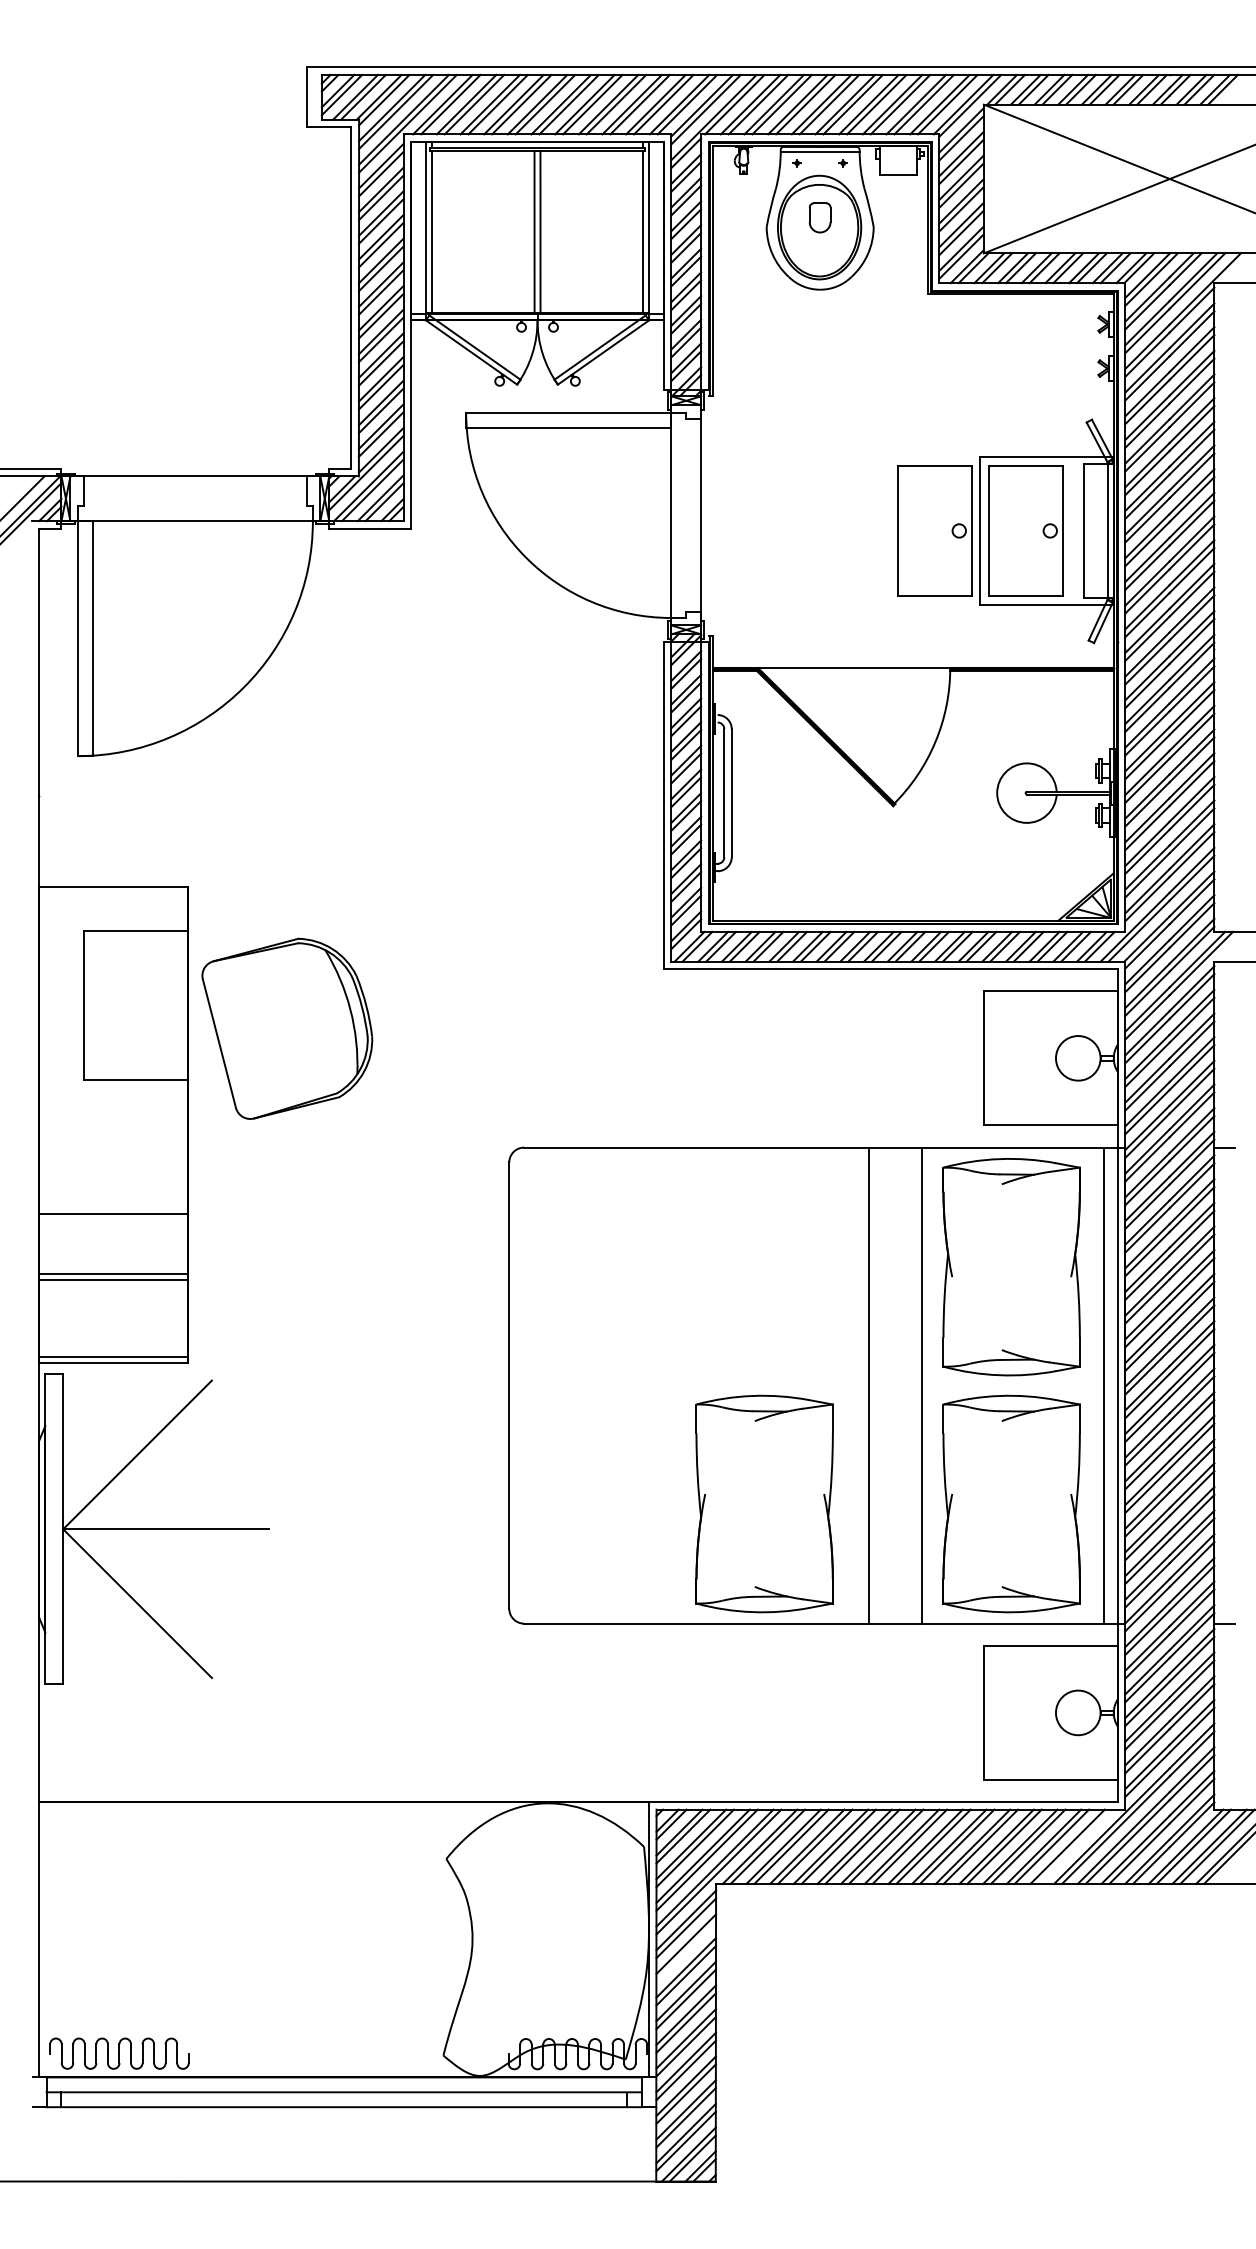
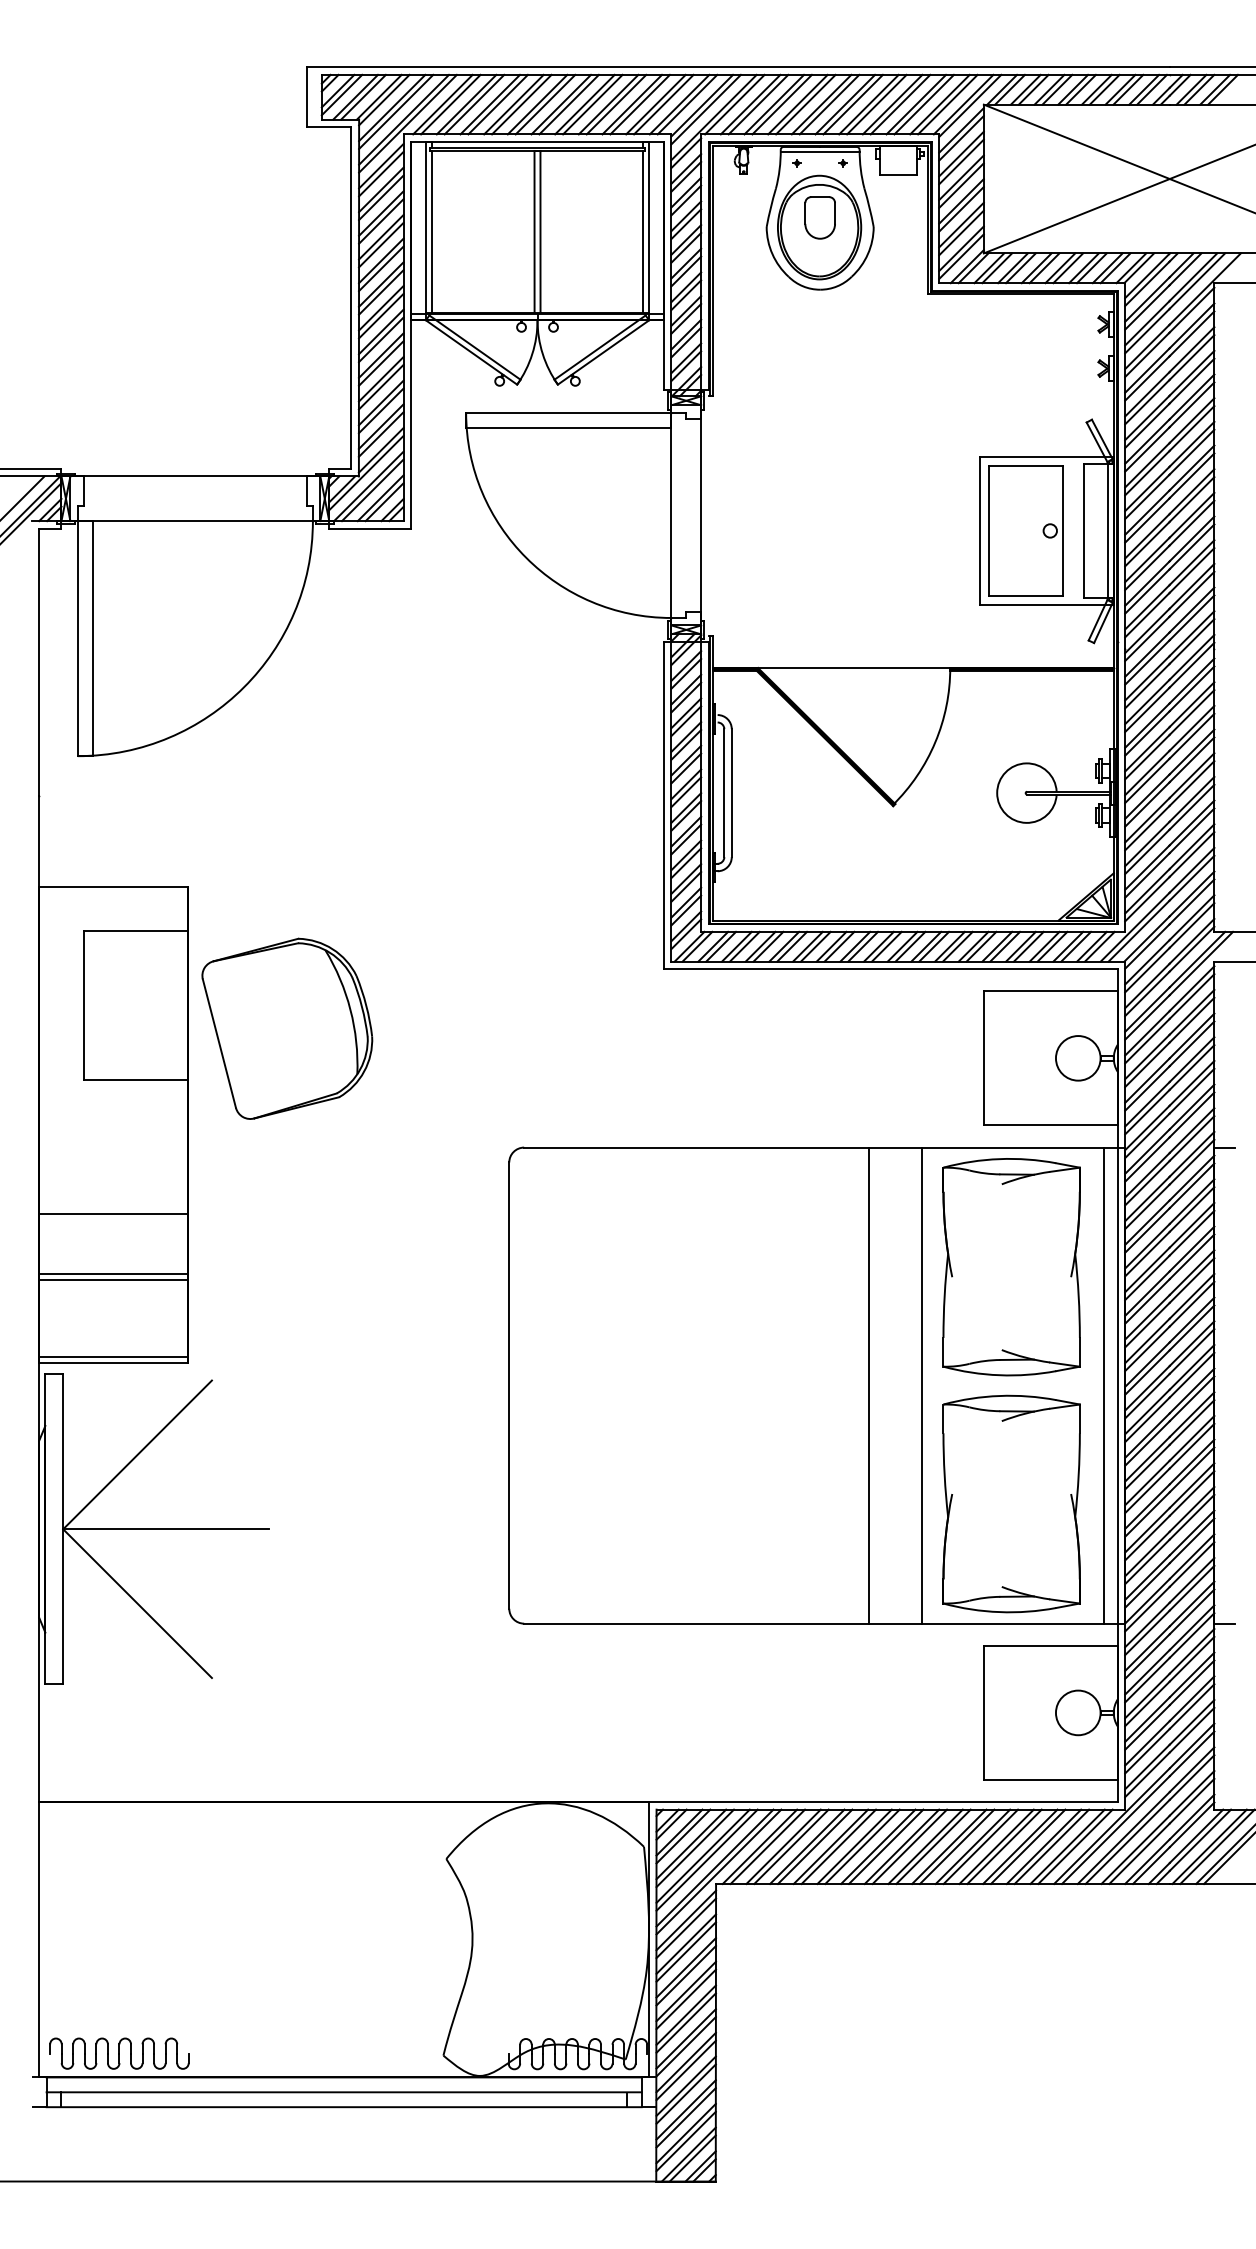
part at (819, 217) size: 24x32 px -> 32x44 px
part at (934, 530): present -> none
part at (764, 1503): present -> none
line at (1075, 1846): none -> present
line at (686, 1951): none -> present
